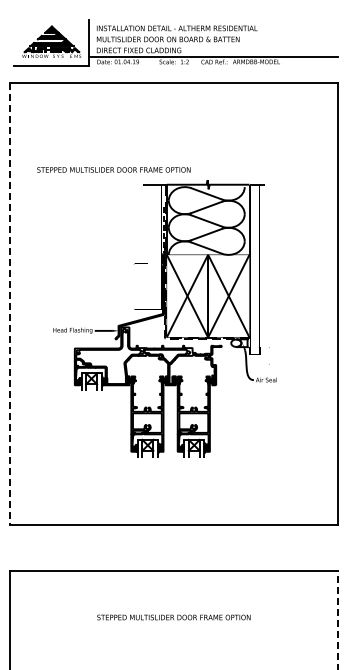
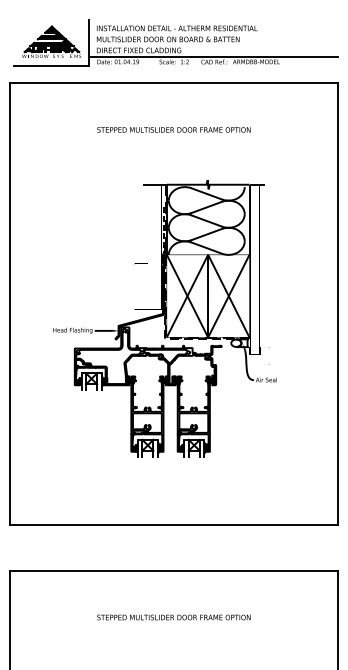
text at (113, 169) position: (113, 169) -> (173, 129)
line at (10, 303): dashed -> solid
line at (337, 619): dashed -> solid
